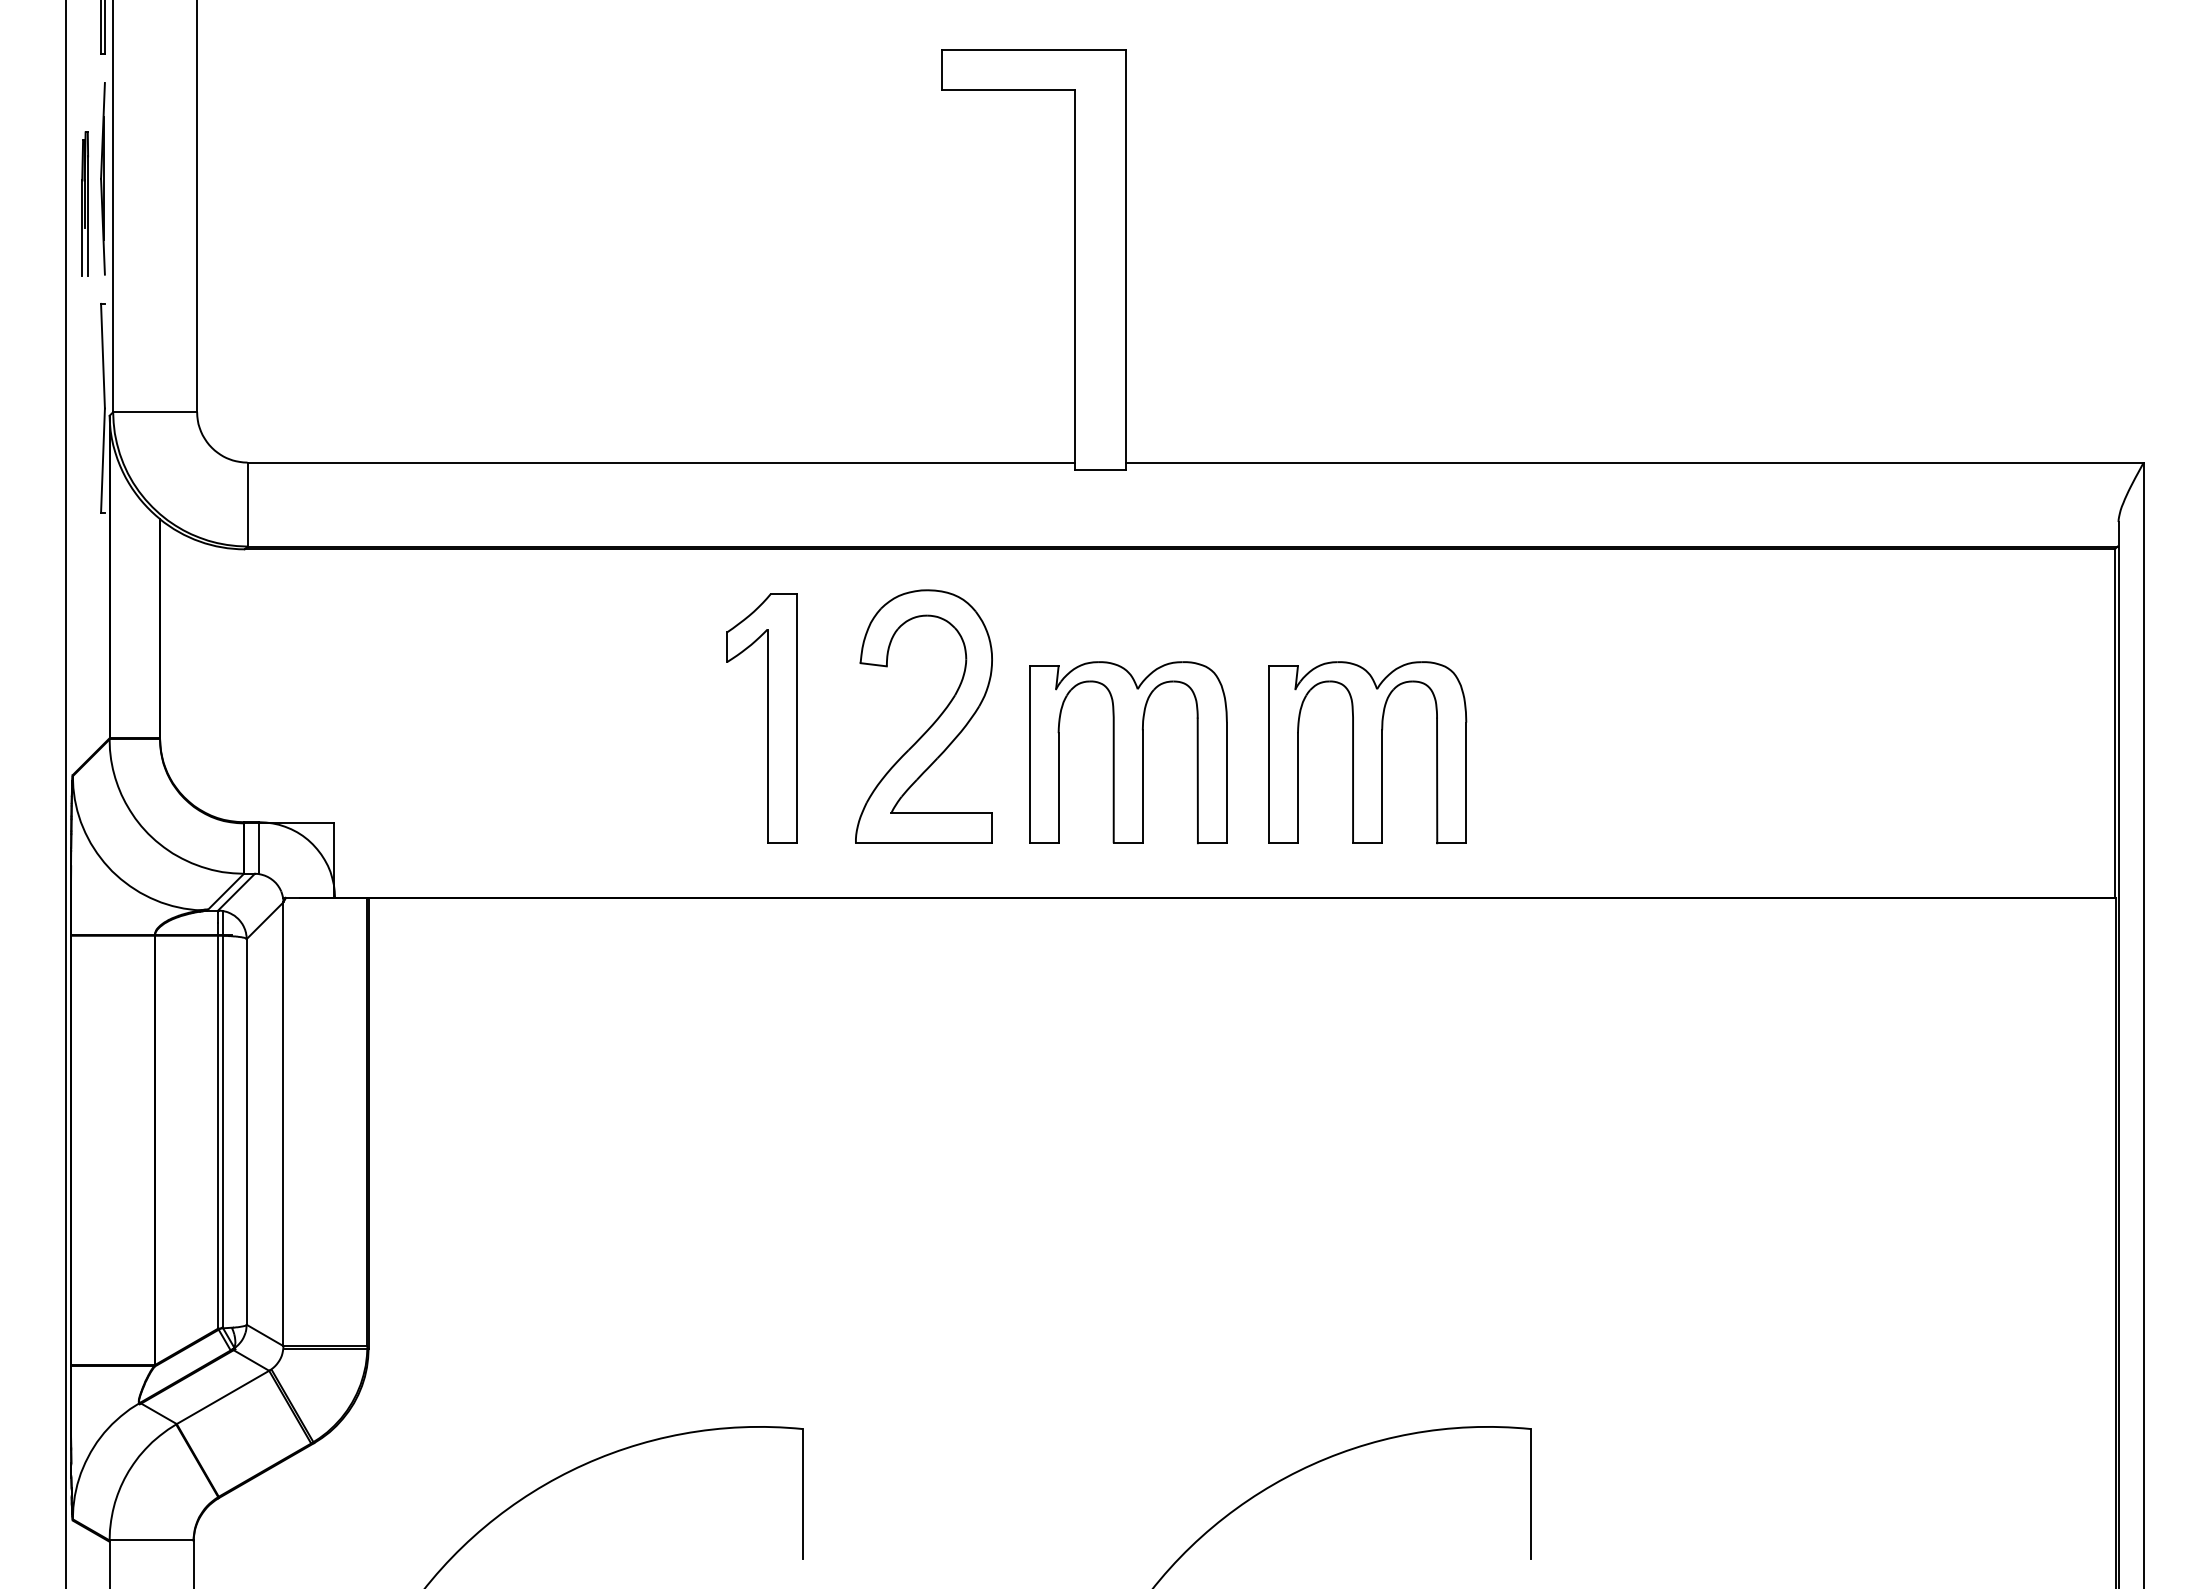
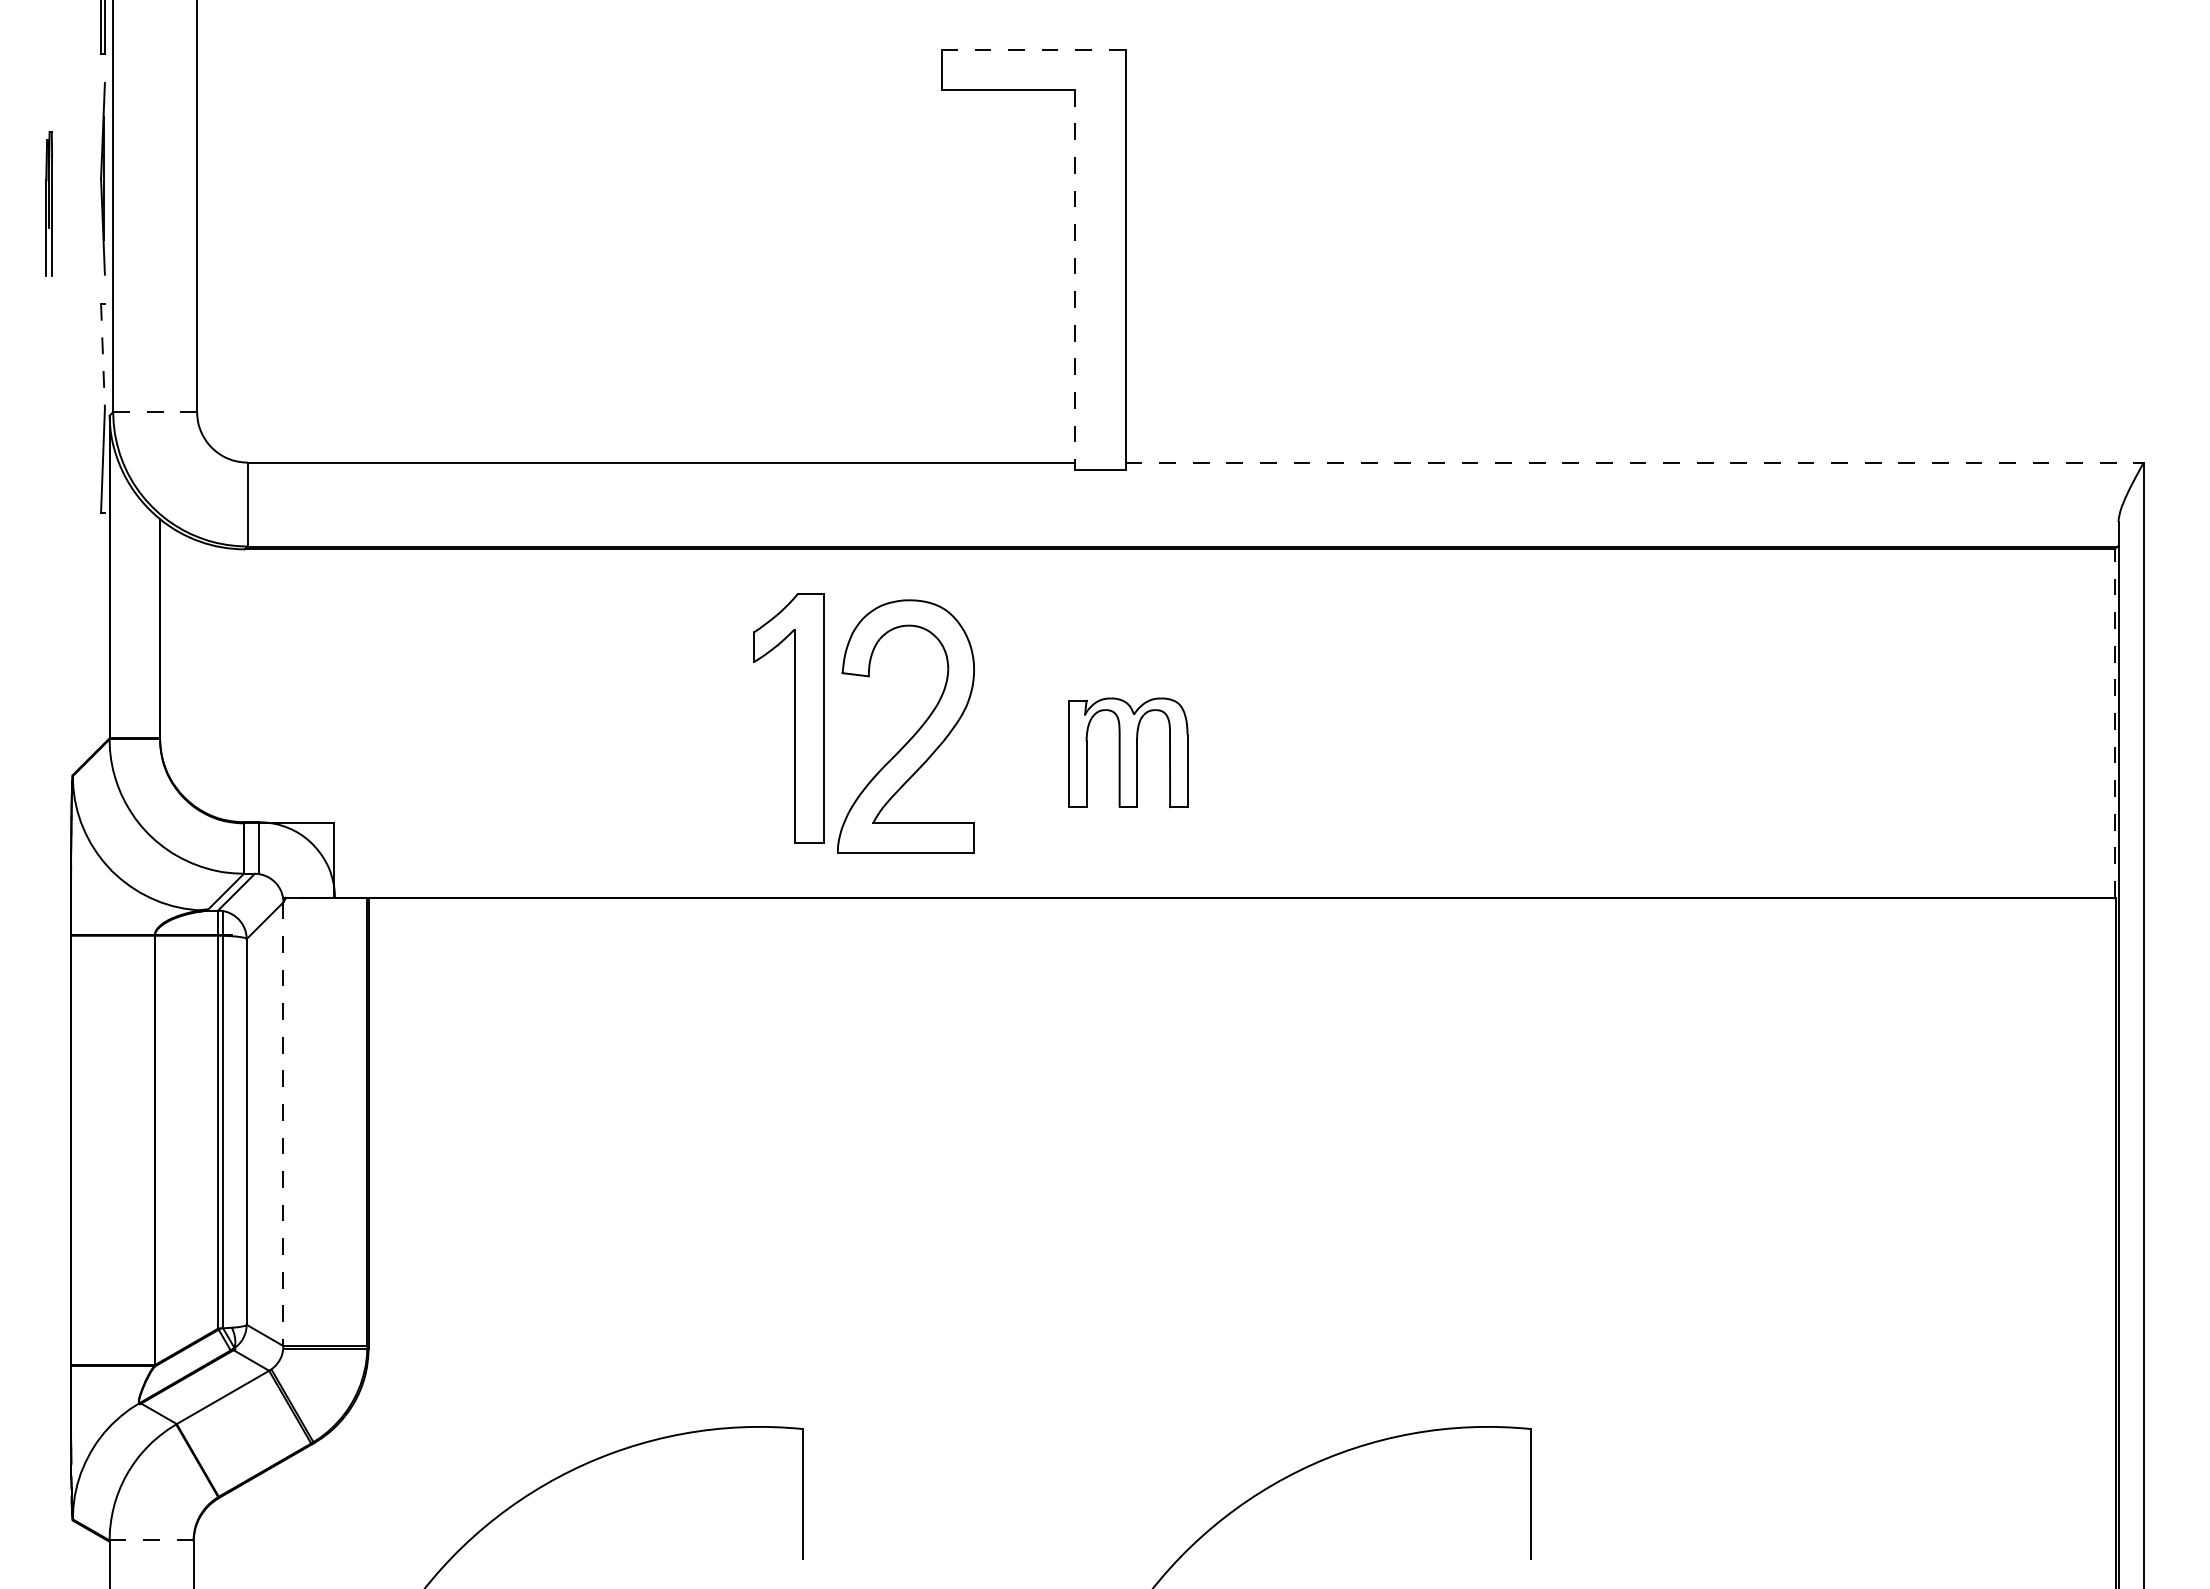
line at (1033, 49): solid -> dashed
part at (84, 203) position: (84, 203) -> (48, 203)
line at (1075, 279): solid -> dashed
line at (103, 356): solid -> dashed
line at (155, 412): solid -> dashed
line at (1635, 462): solid -> dashed
part at (761, 718) position: (761, 718) -> (788, 718)
line at (2114, 723): solid -> dashed
part at (931, 724) position: (931, 724) -> (913, 734)
part at (1128, 752) size: 199x184 px -> 121x111 px
part at (1367, 752): present -> none
line at (66, 793): present -> none
line at (283, 1124): solid -> dashed
line at (151, 1540): solid -> dashed
